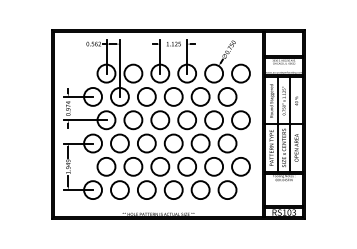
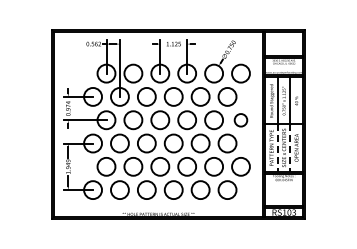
circle at (240, 120) size: 20x21 px -> 16x15 px
line at (277, 148): solid -> dashed
line at (290, 148): solid -> dashed
